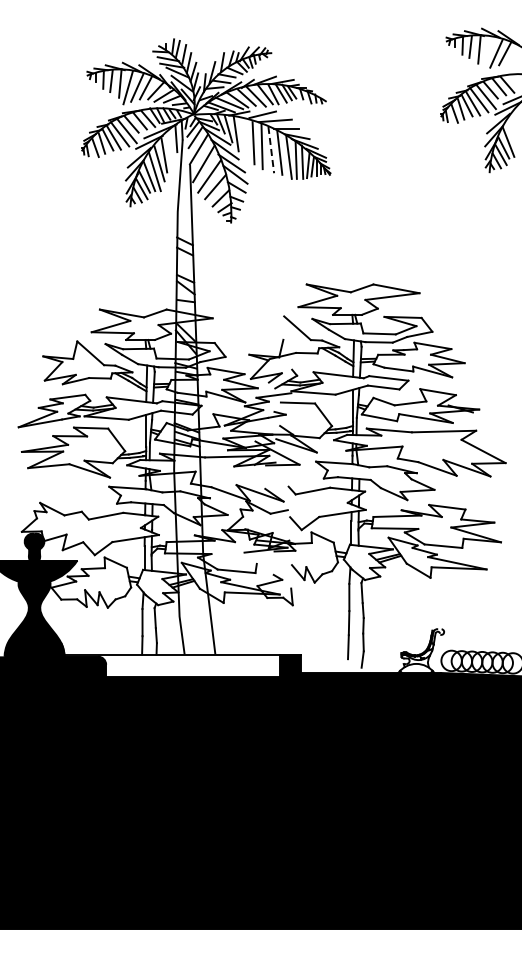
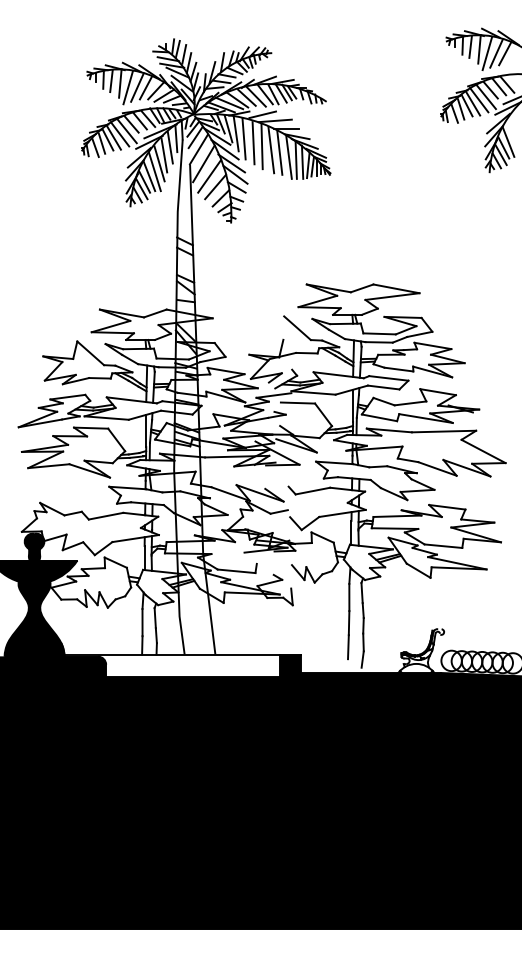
line at (487, 53): none -> present
line at (243, 138): none -> present
line at (169, 147): none -> present
line at (271, 150): dashed -> solid
